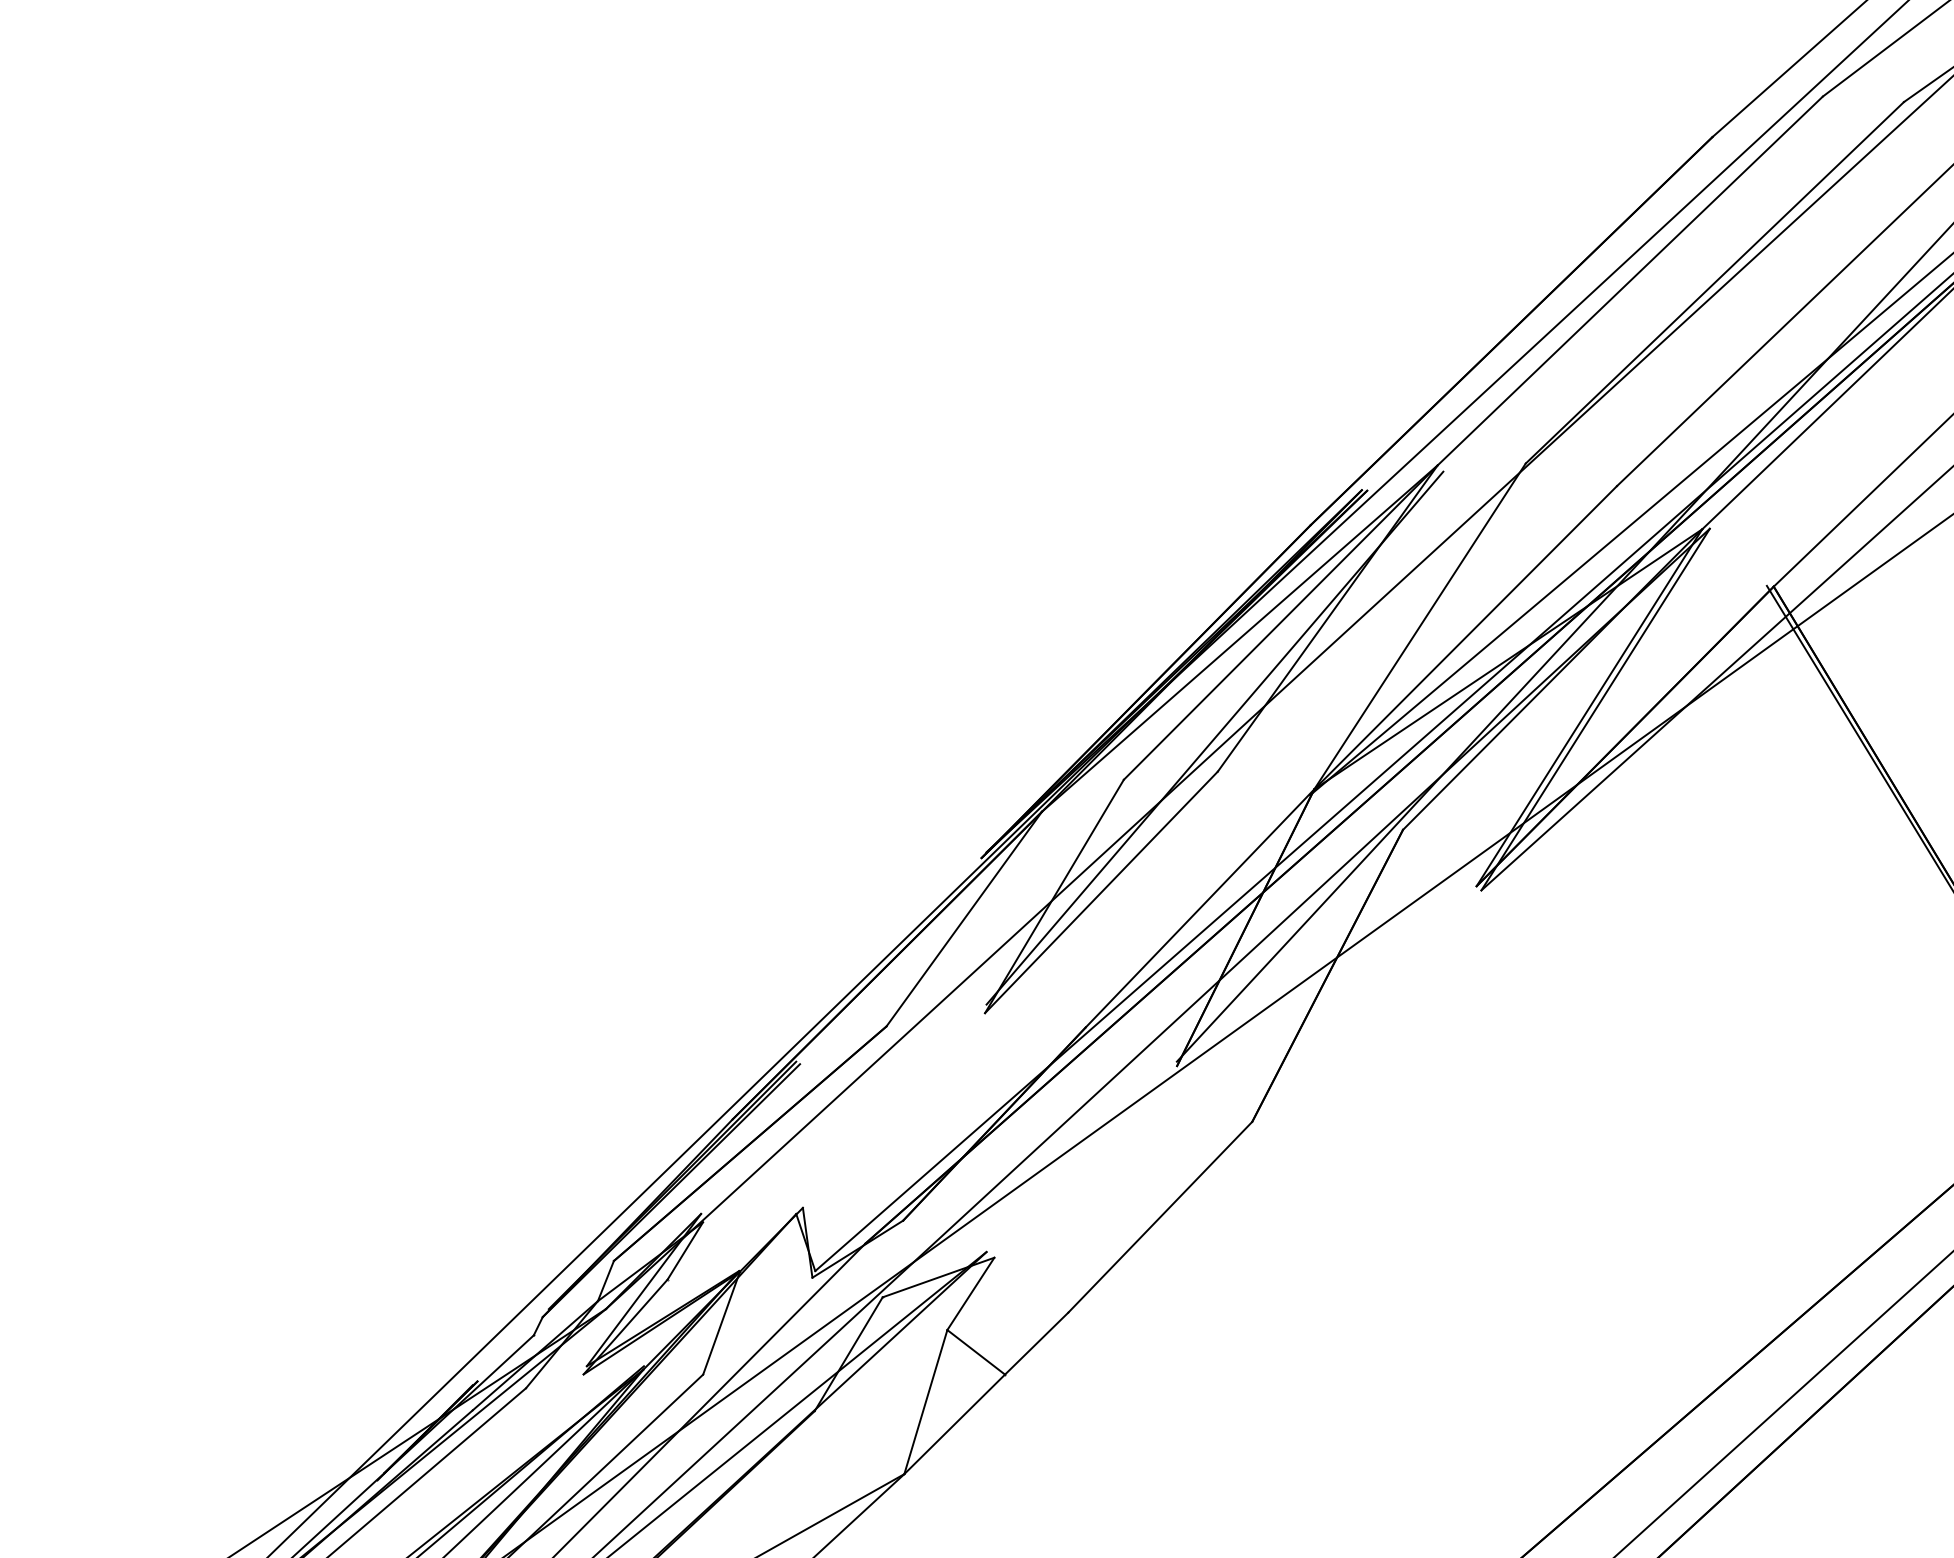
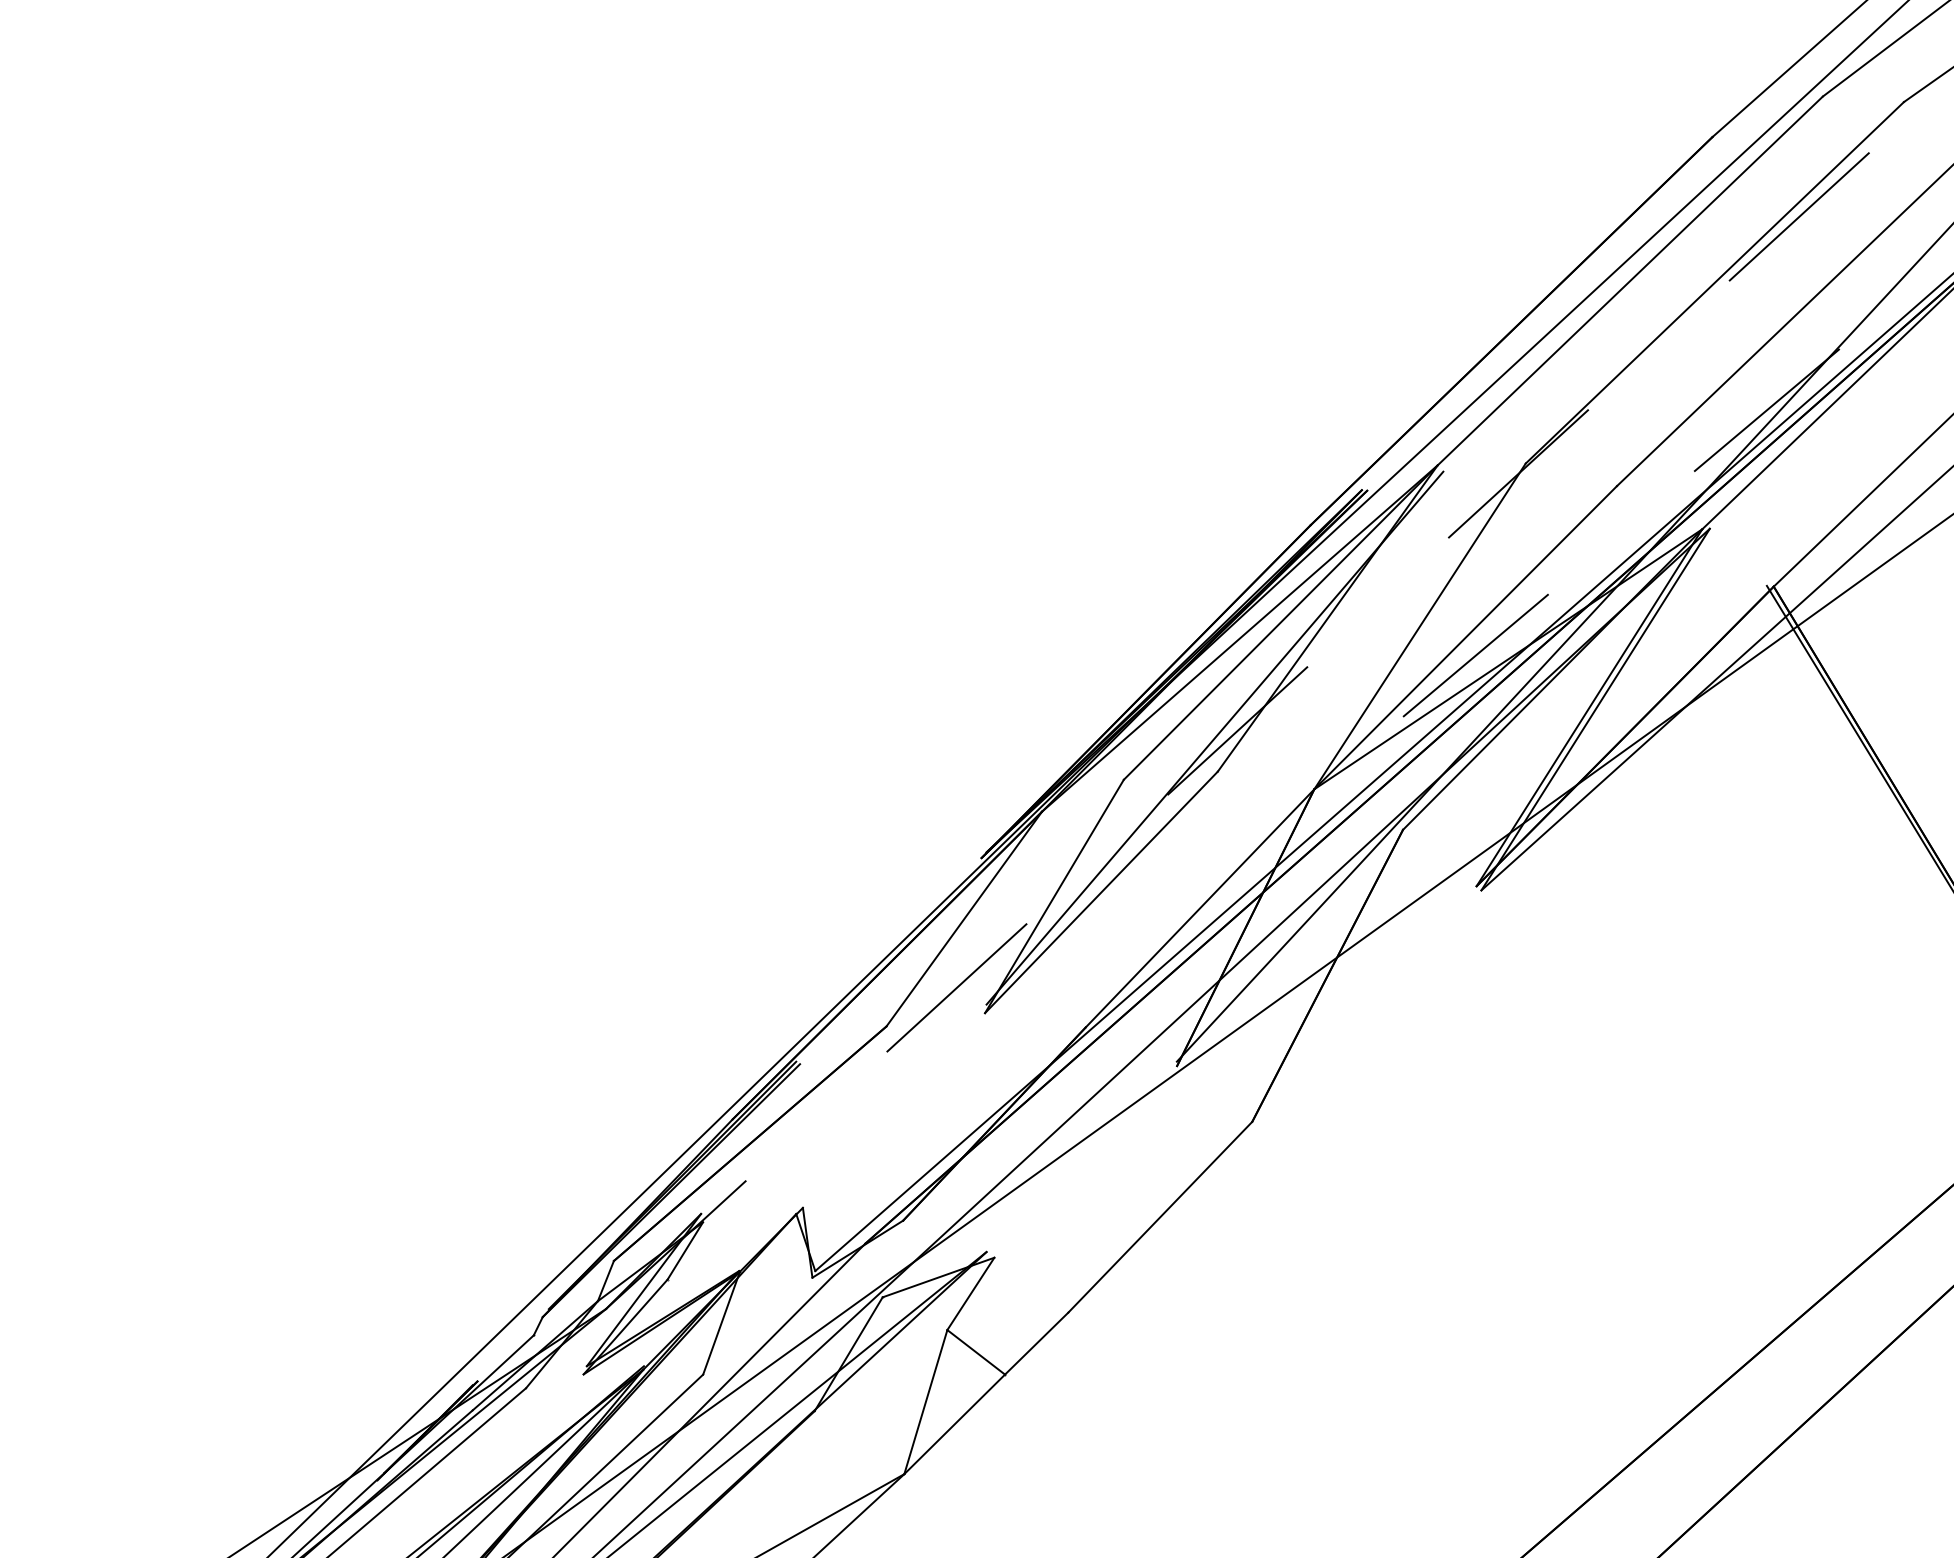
line at (1631, 524): solid -> dashed
line at (1280, 692): solid -> dashed
line at (1783, 1403): present -> none
